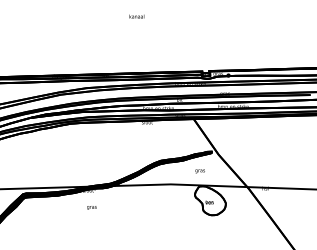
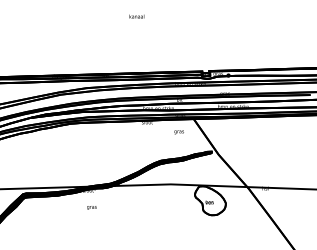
text at (199, 171) position: (199, 171) -> (178, 132)
